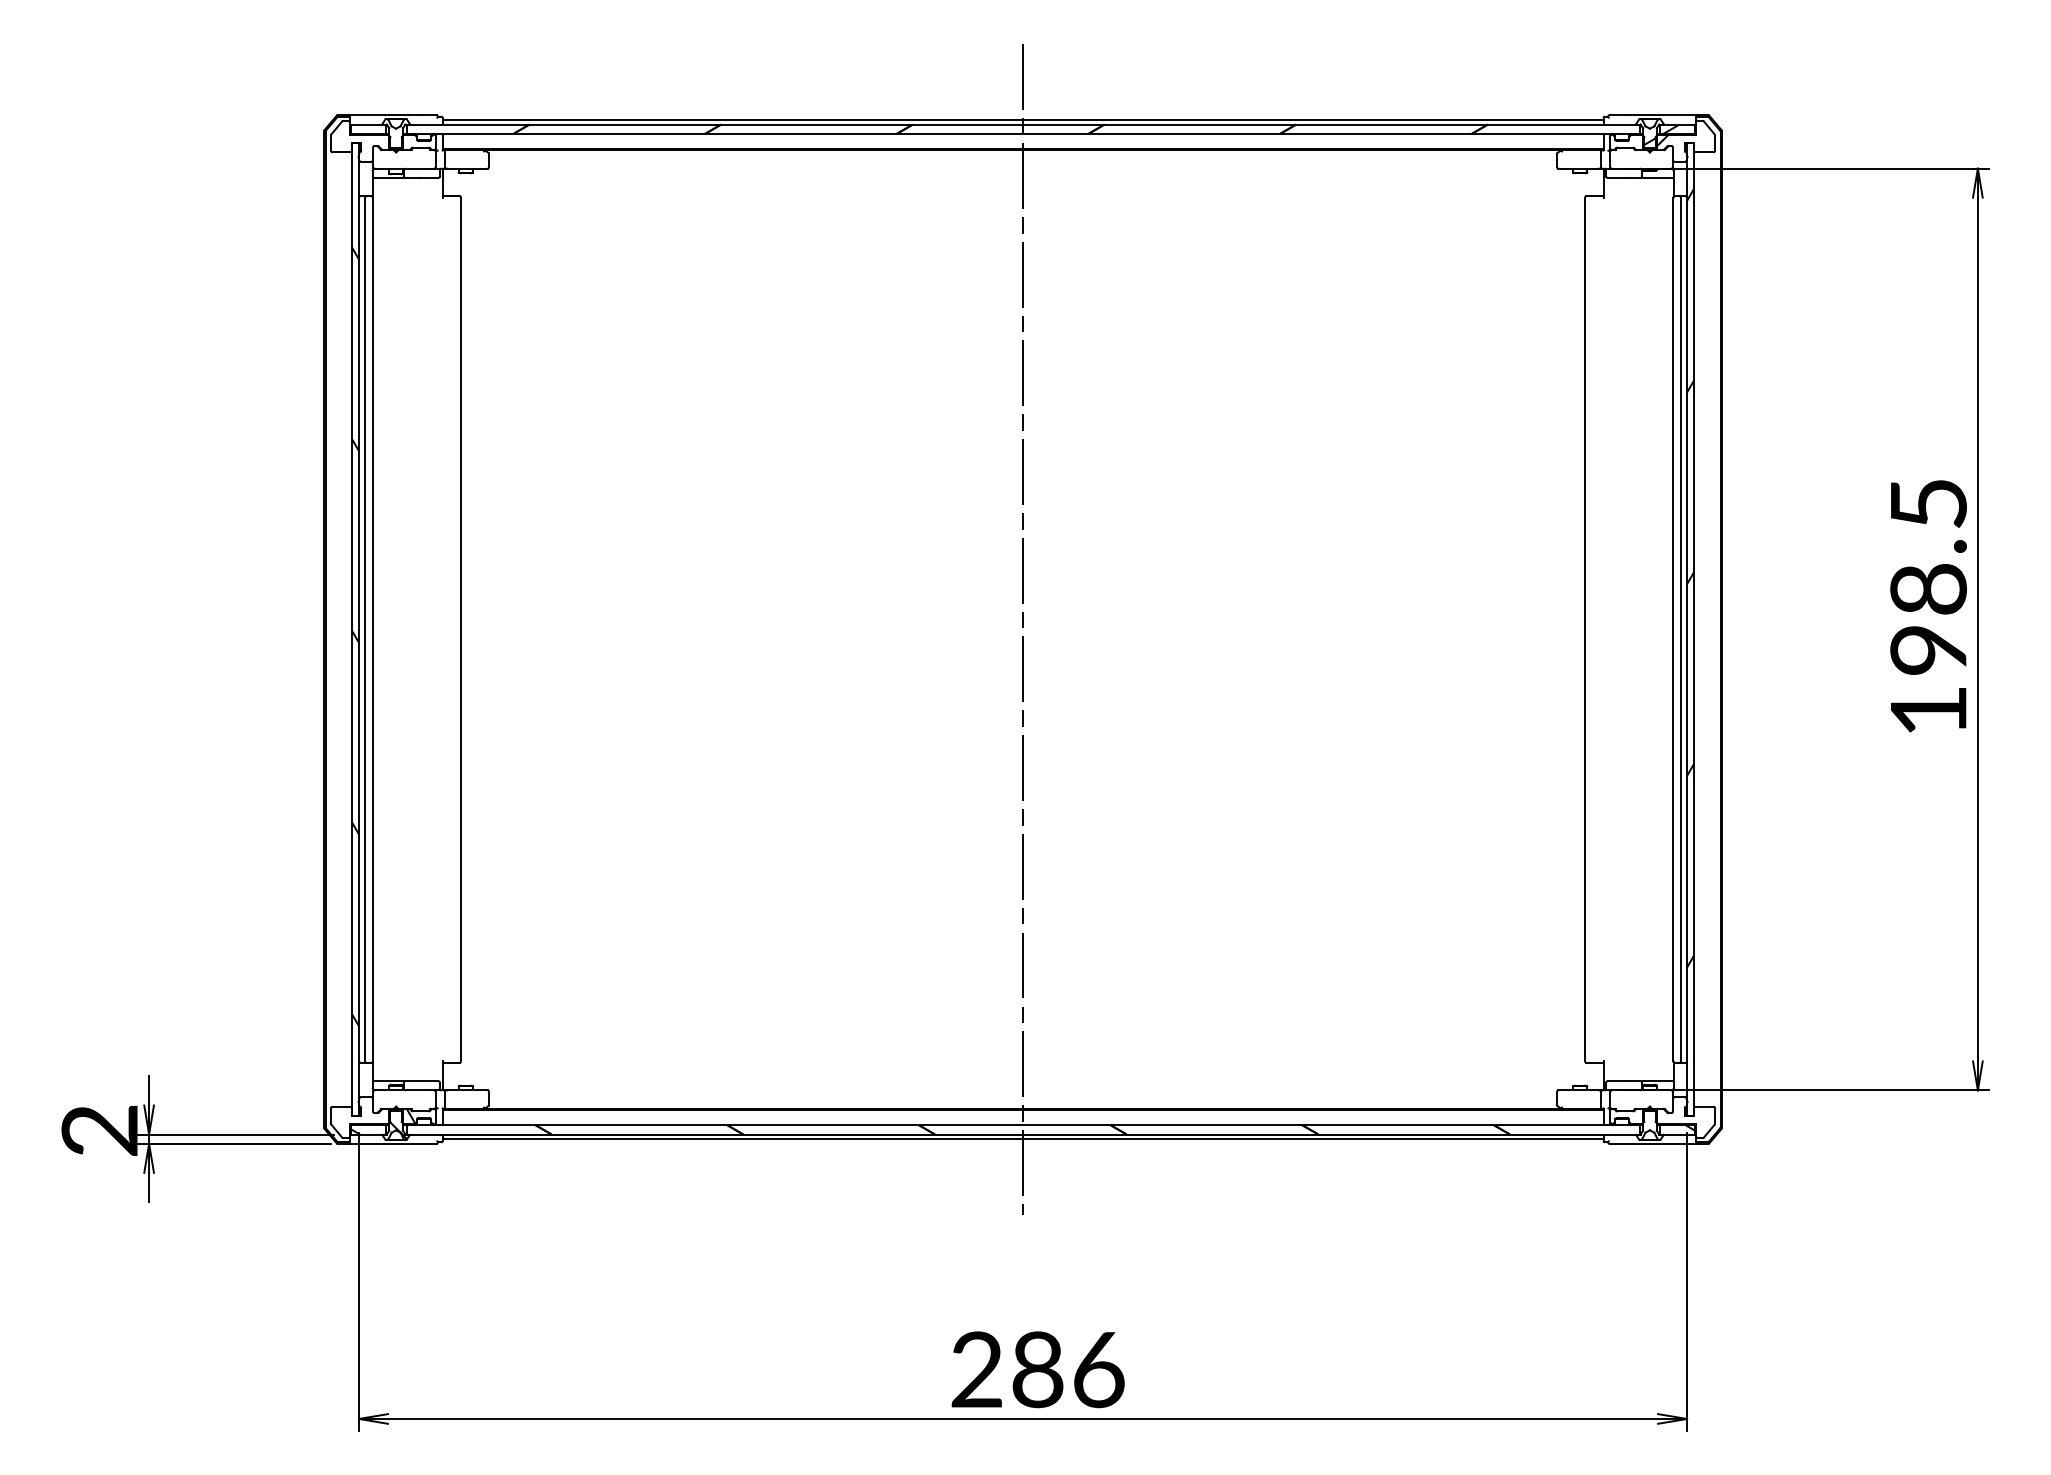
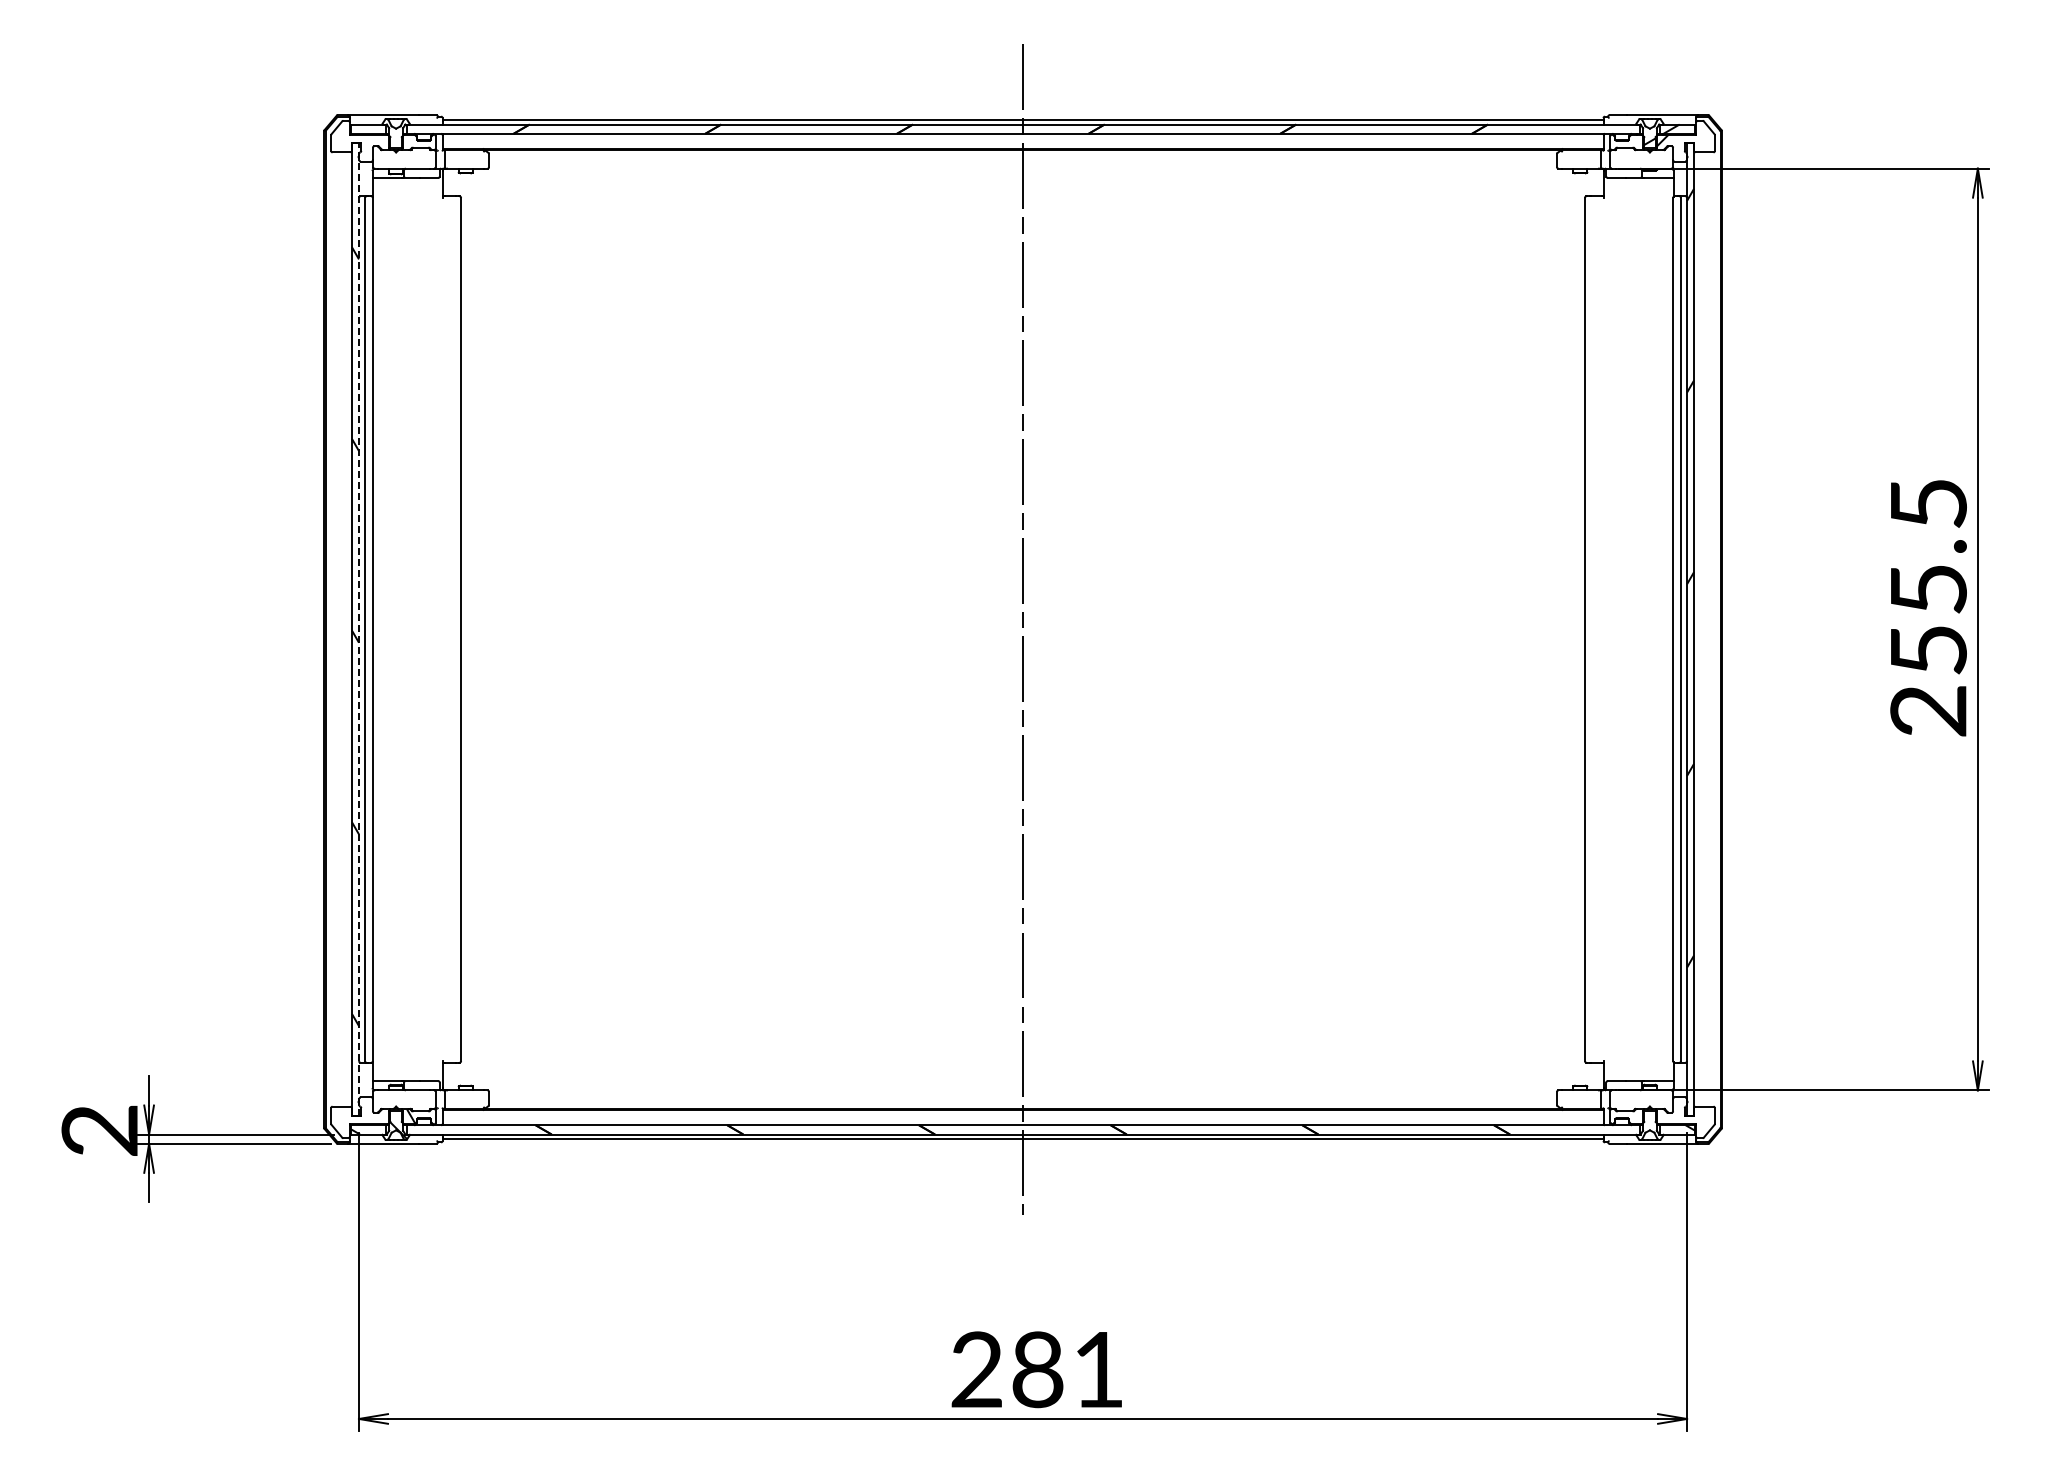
line at (358, 629): solid -> dashed
text at (1928, 650): 198.5 -> 255.5
text at (1099, 1370): 286 -> 281
